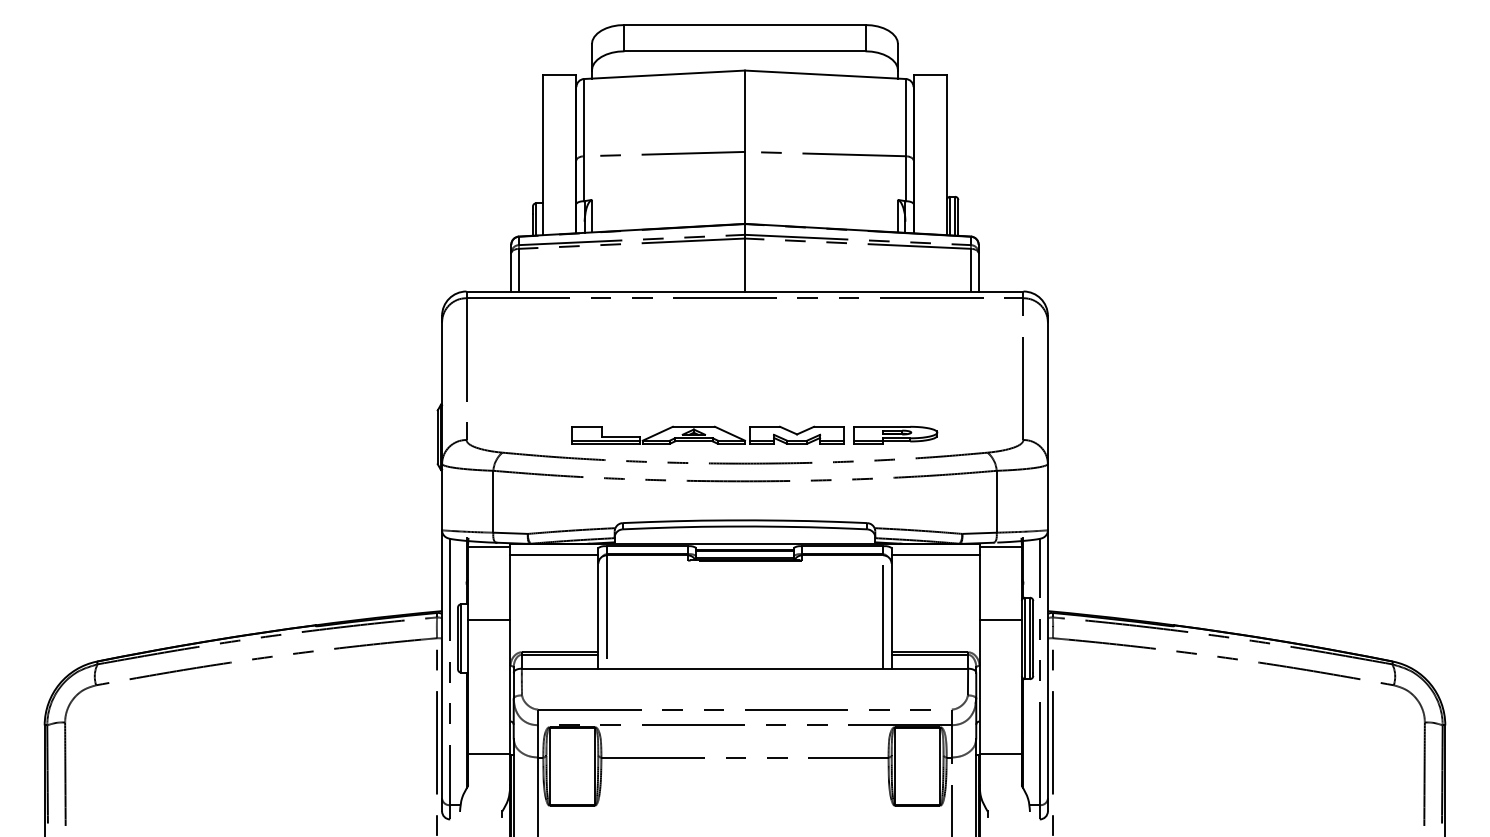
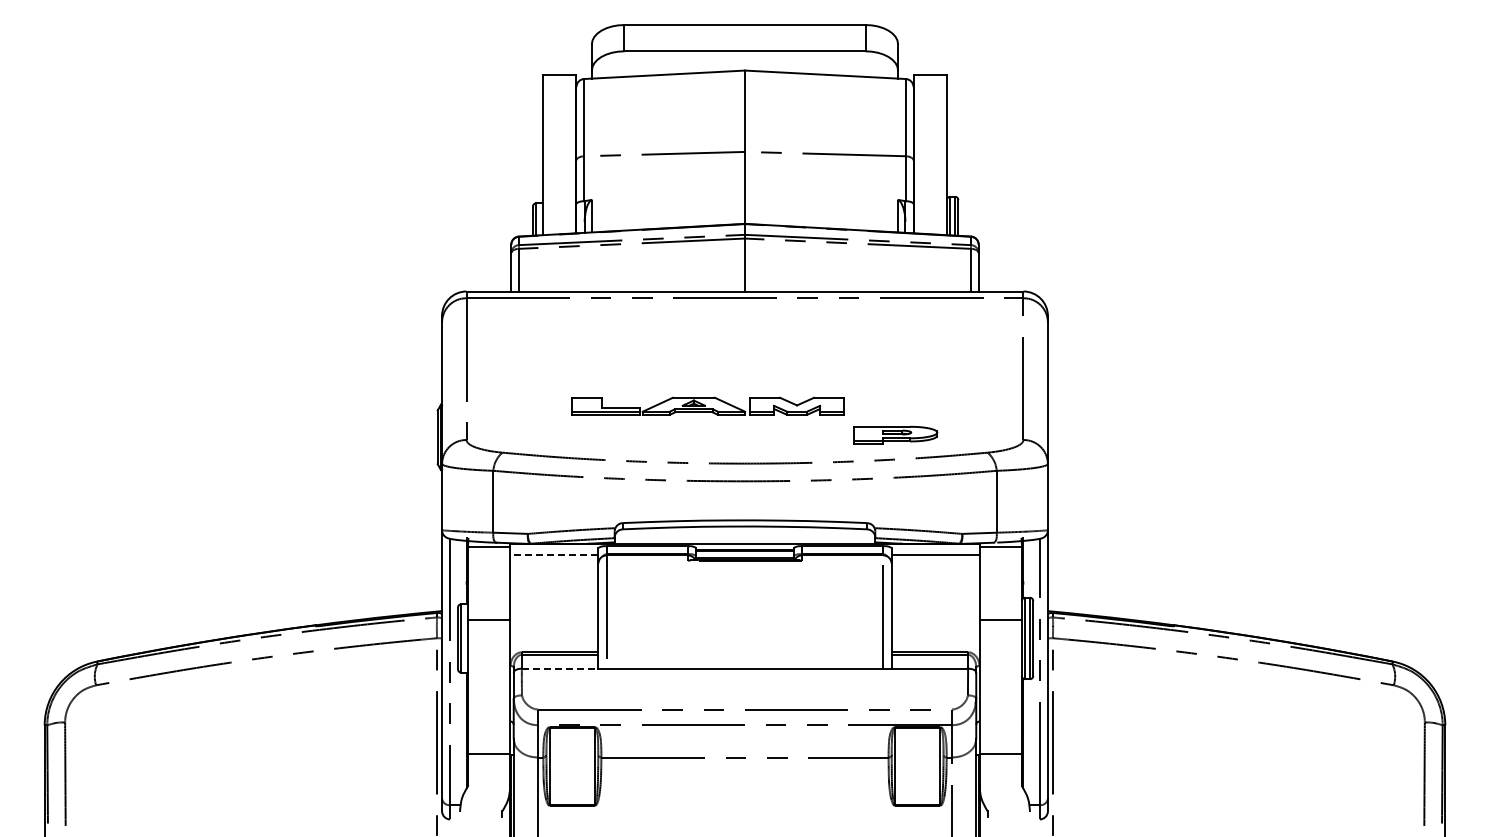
part at (707, 434) position: (707, 434) -> (707, 405)
line at (554, 555): solid -> dashed
line at (560, 668): solid -> dashed
